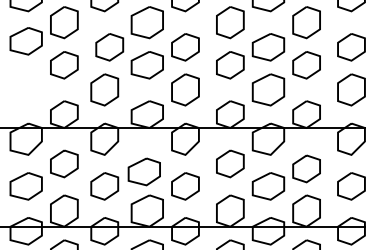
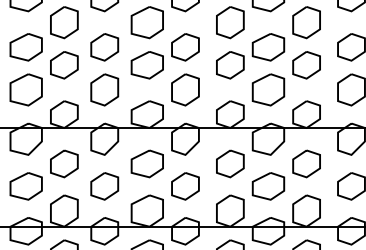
part at (25, 41) position: (25, 41) -> (25, 47)
part at (109, 47) position: (109, 47) -> (104, 47)
part at (25, 89): none -> present
part at (306, 168) position: (306, 168) -> (306, 163)
part at (143, 171) position: (143, 171) -> (146, 163)
